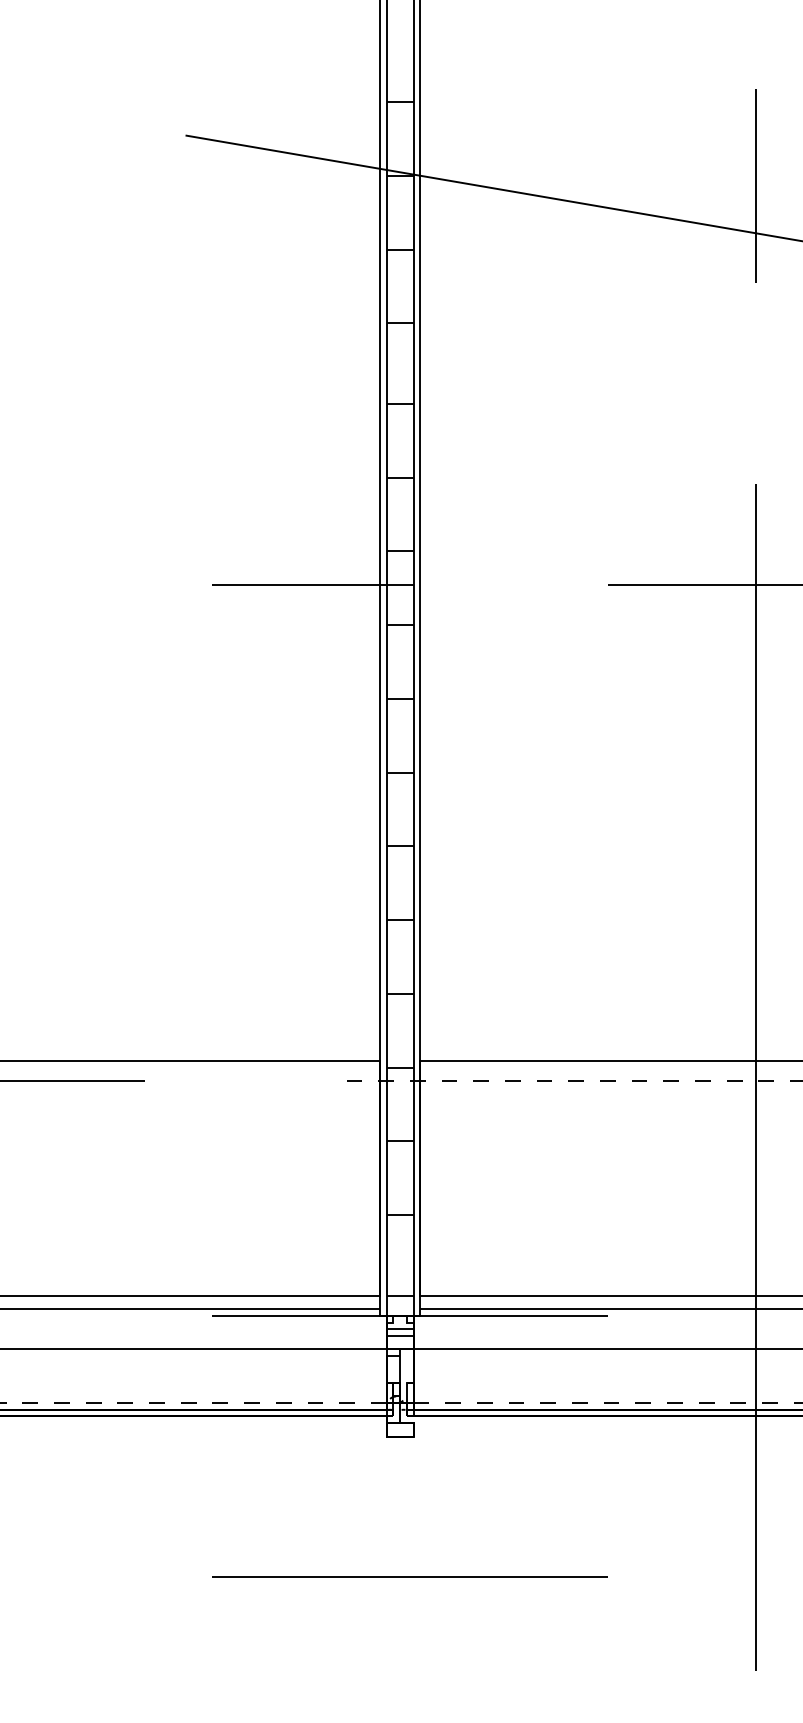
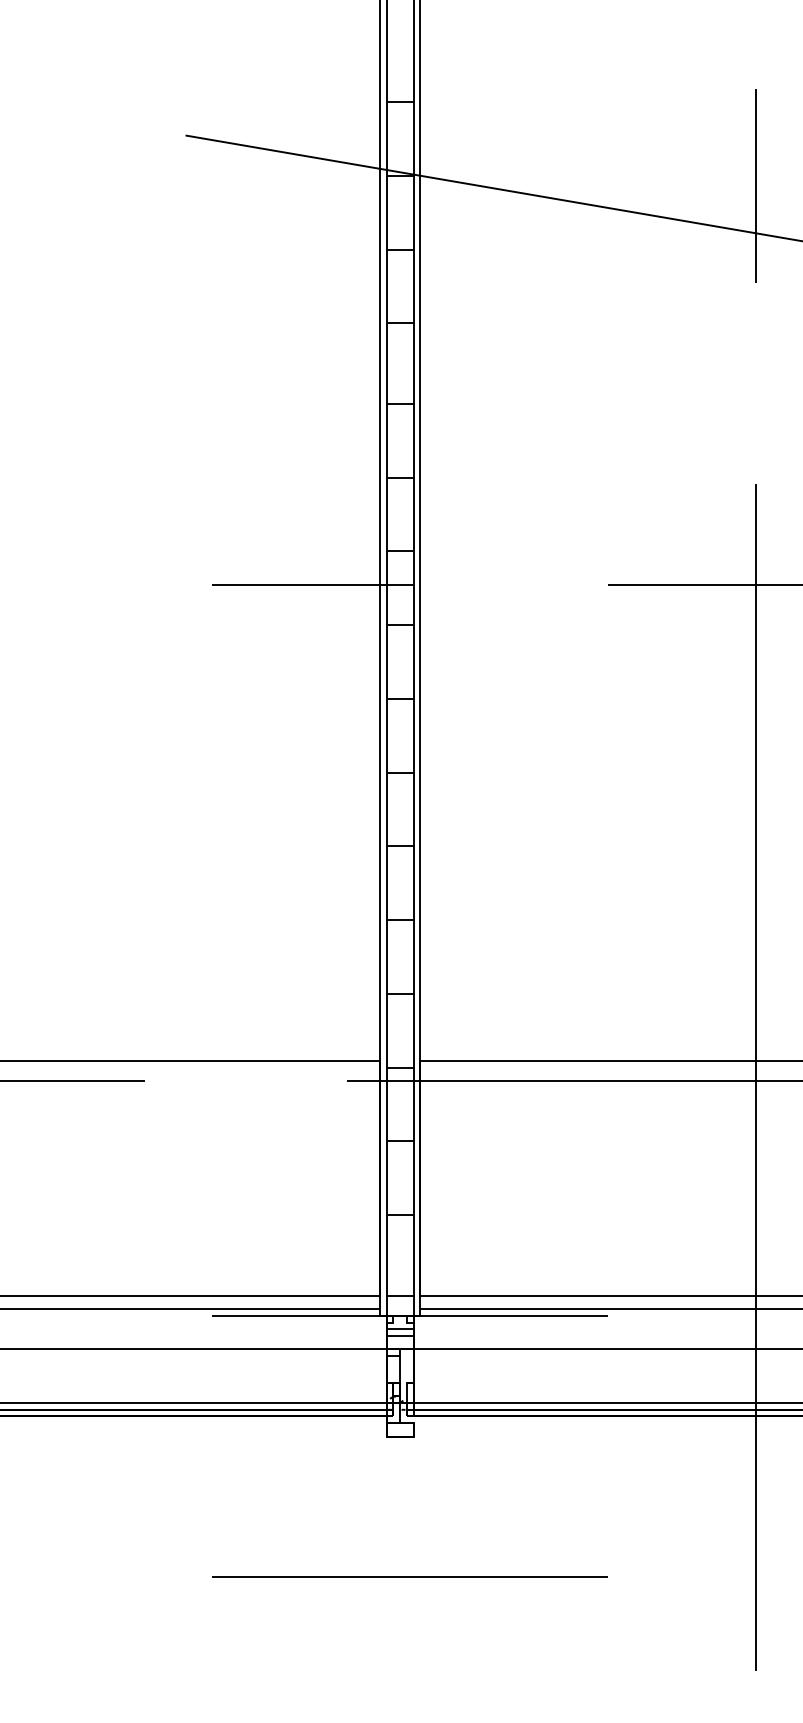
line at (574, 1081): dashed -> solid
line at (192, 1402): dashed -> solid
line at (608, 1402): dashed -> solid
